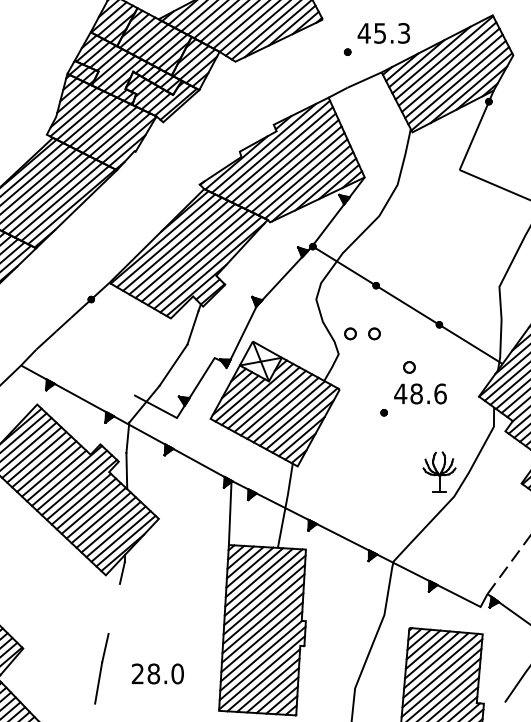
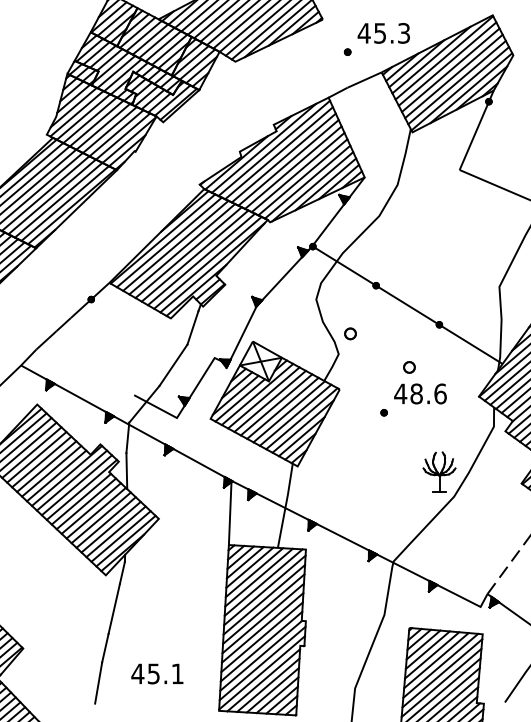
part at (374, 333): present -> none
line at (113, 608): none -> present
text at (157, 673): 28.0 -> 45.1
